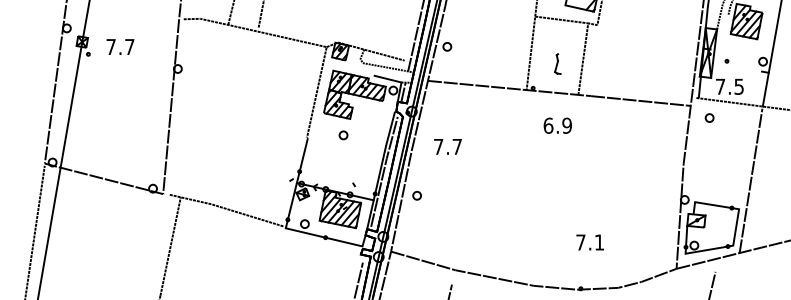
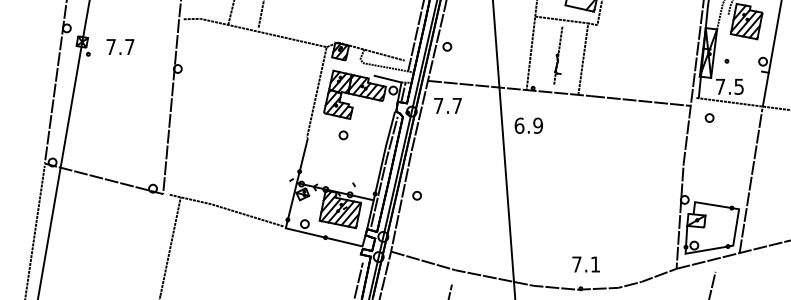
line at (558, 54): none -> present
text at (557, 125) position: (557, 125) -> (528, 125)
text at (447, 146) position: (447, 146) -> (447, 105)
line at (504, 149): none -> present
text at (589, 242) position: (589, 242) -> (585, 264)
